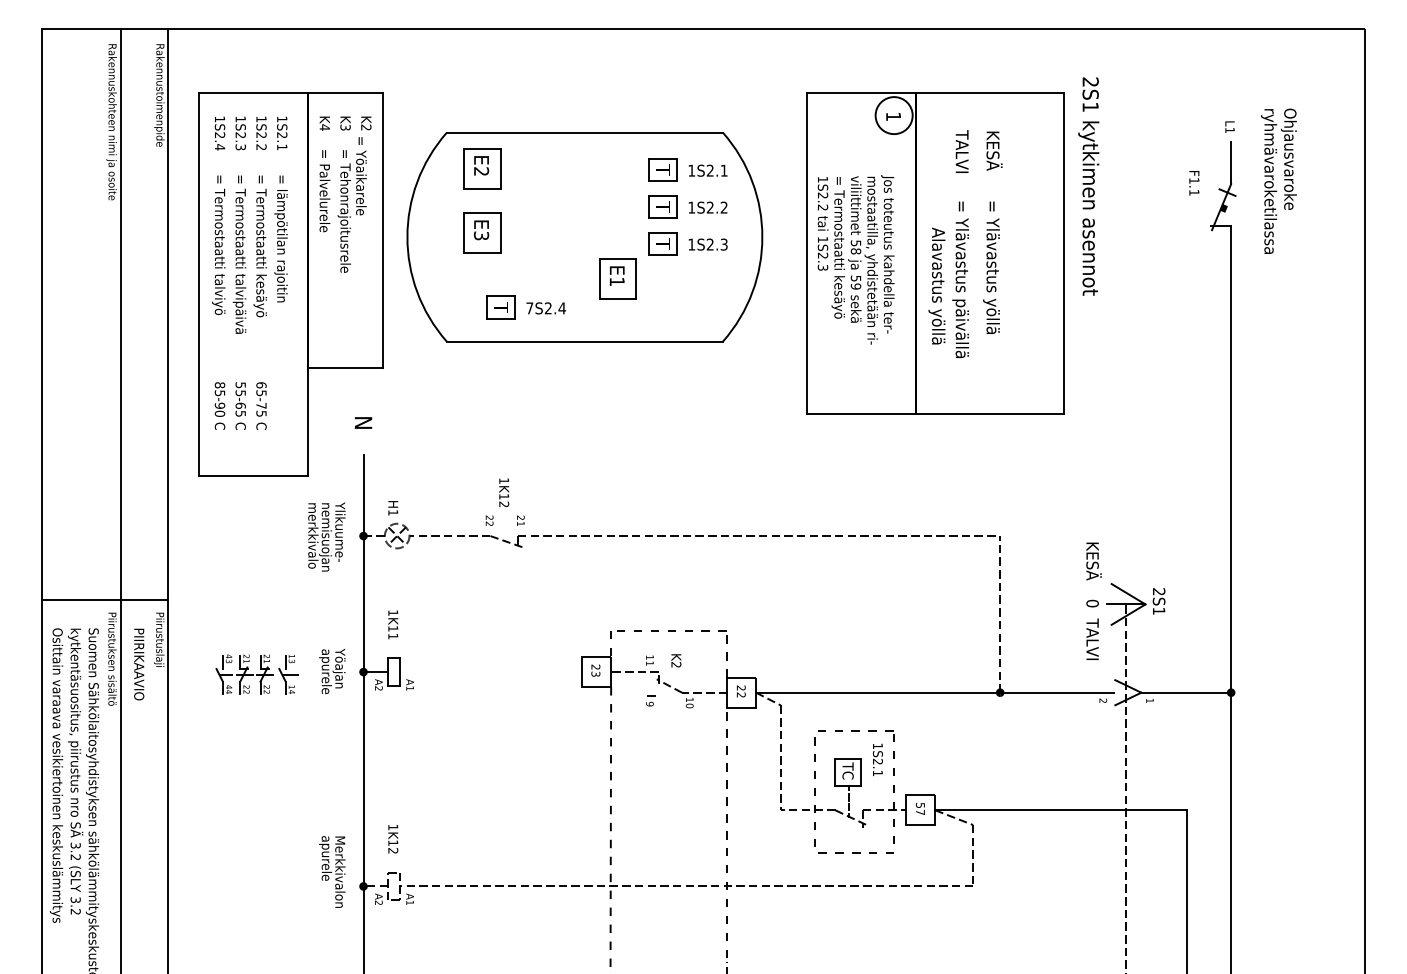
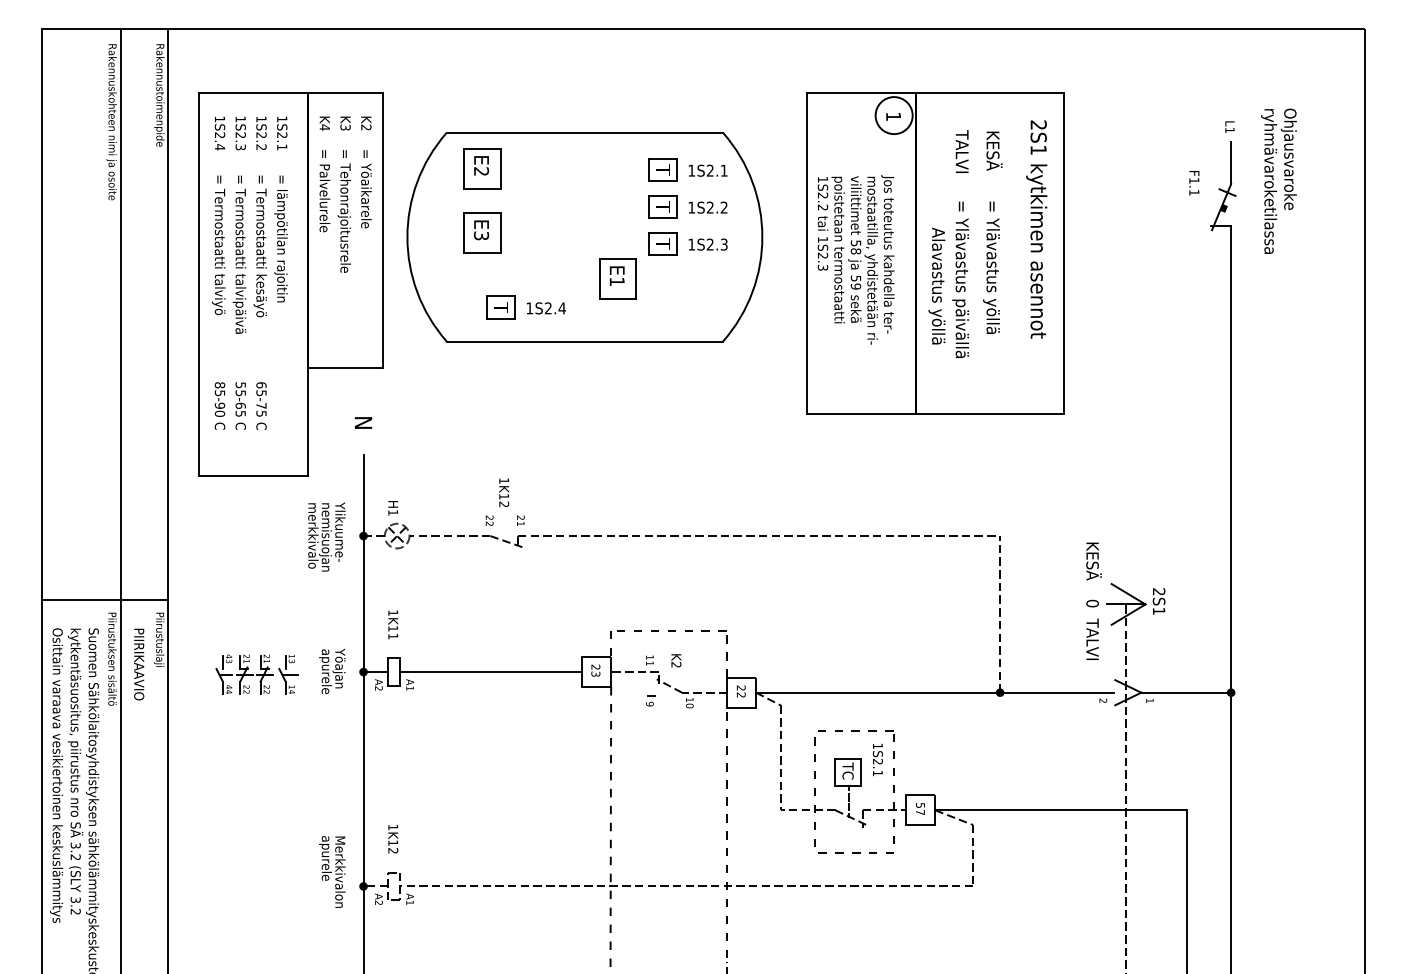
text at (361, 176) position: (361, 176) -> (366, 189)
text at (1088, 186) position: (1088, 186) -> (1036, 229)
text at (837, 249): = Termostaatti kesäyö -> poistetaan termostaatti
text at (529, 308): 7S2.4 -> 1S2.4
line at (490, 672): none -> present
